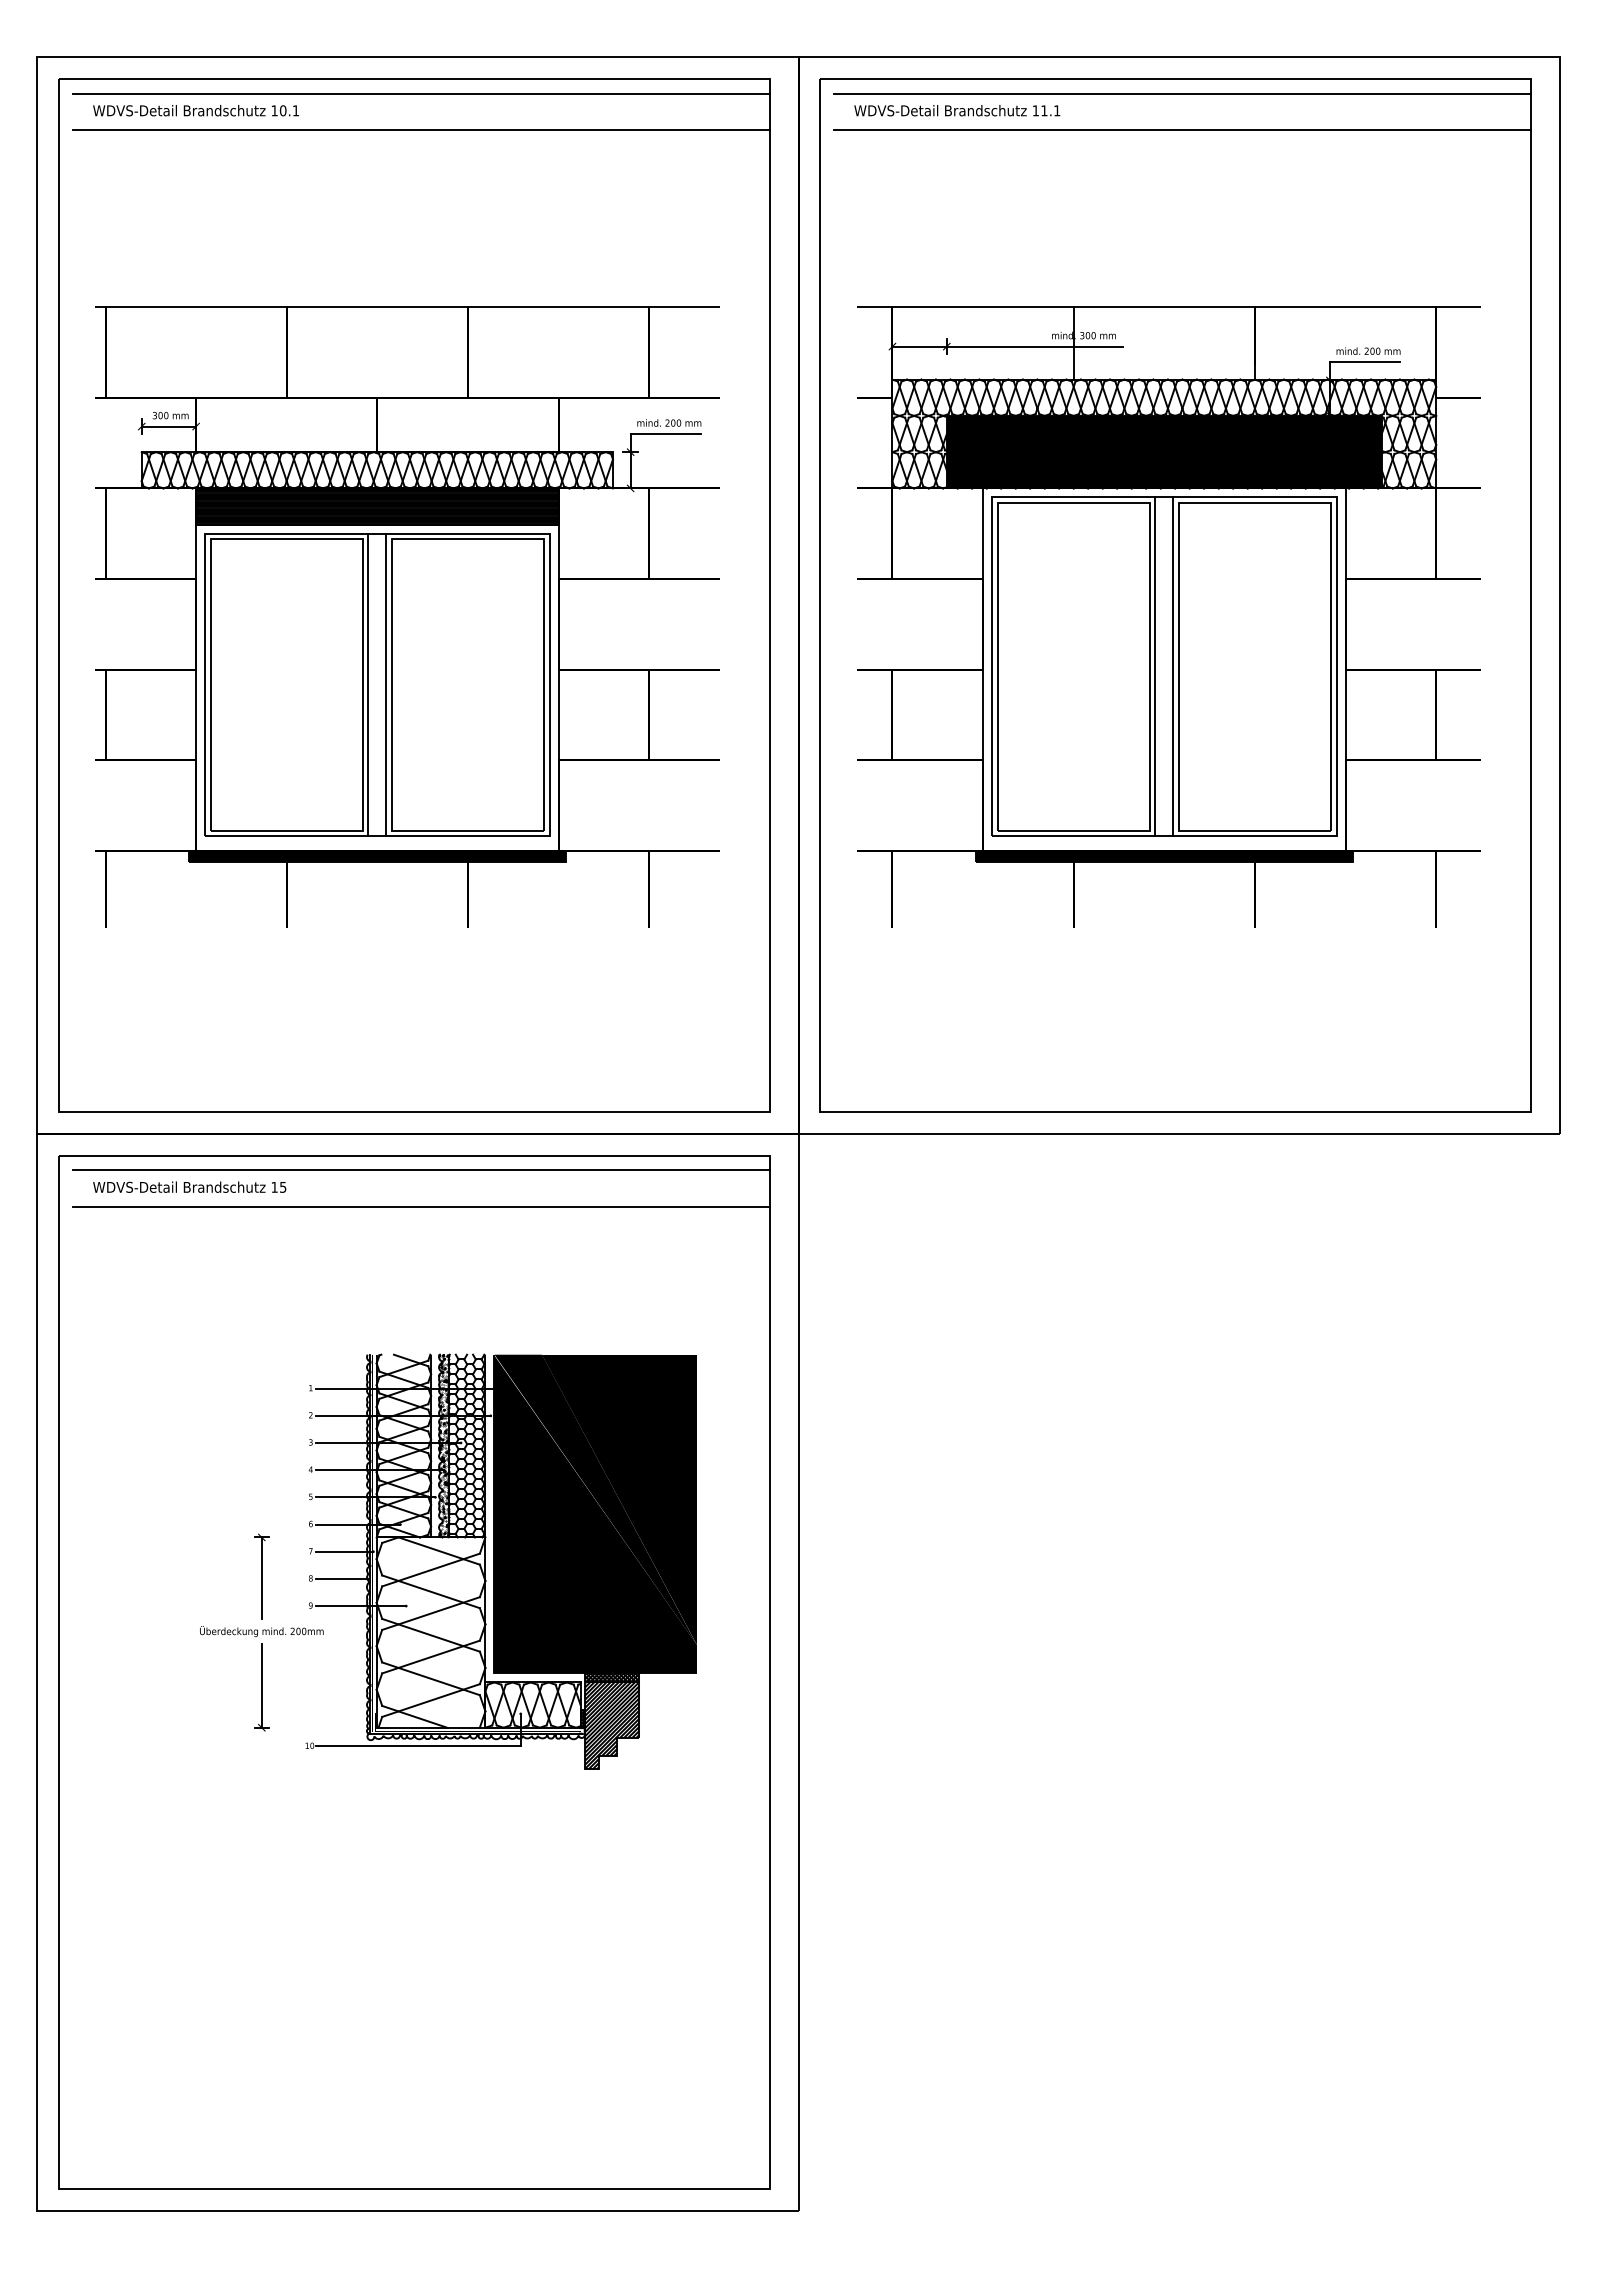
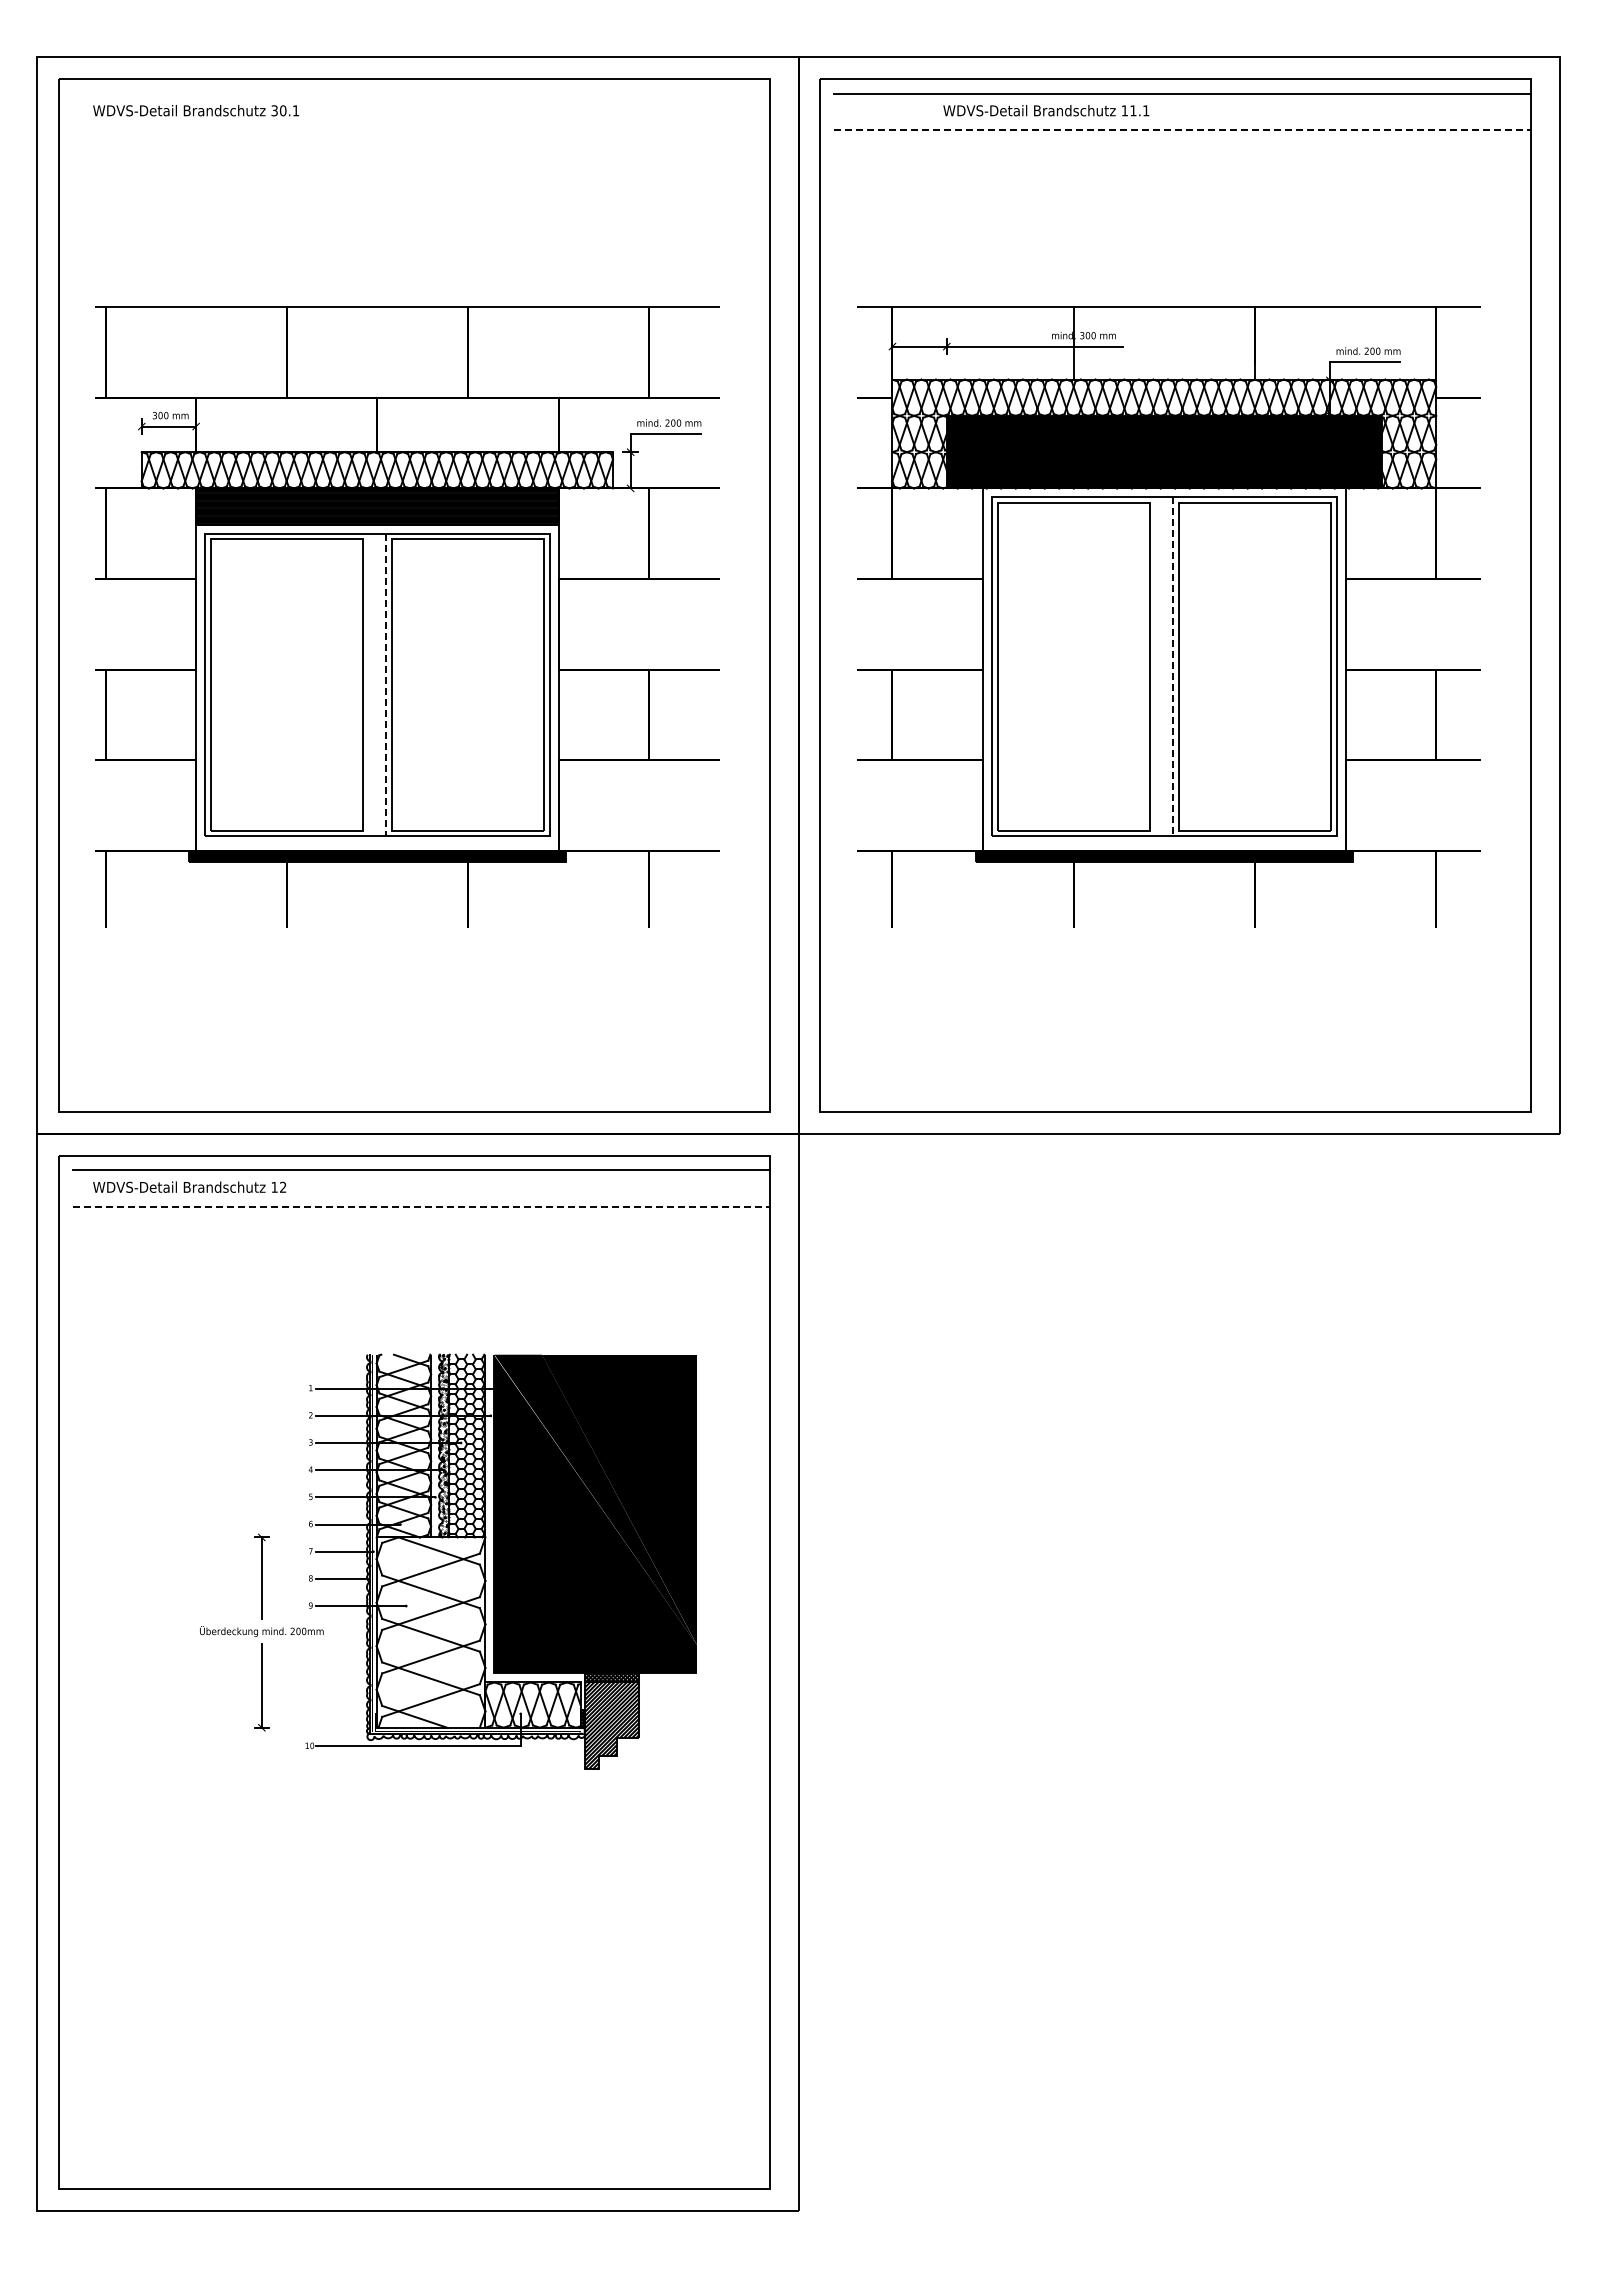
line at (420, 93): present -> none
text at (274, 110): 10.1 -> 30.1
text at (957, 110) position: (957, 110) -> (1046, 110)
line at (420, 130): present -> none
line at (1182, 130): solid -> dashed
line at (1155, 666): present -> none
line at (1173, 667): solid -> dashed
line at (368, 684): present -> none
line at (386, 685): solid -> dashed
text at (283, 1186): 15 -> 12
line at (421, 1206): solid -> dashed
